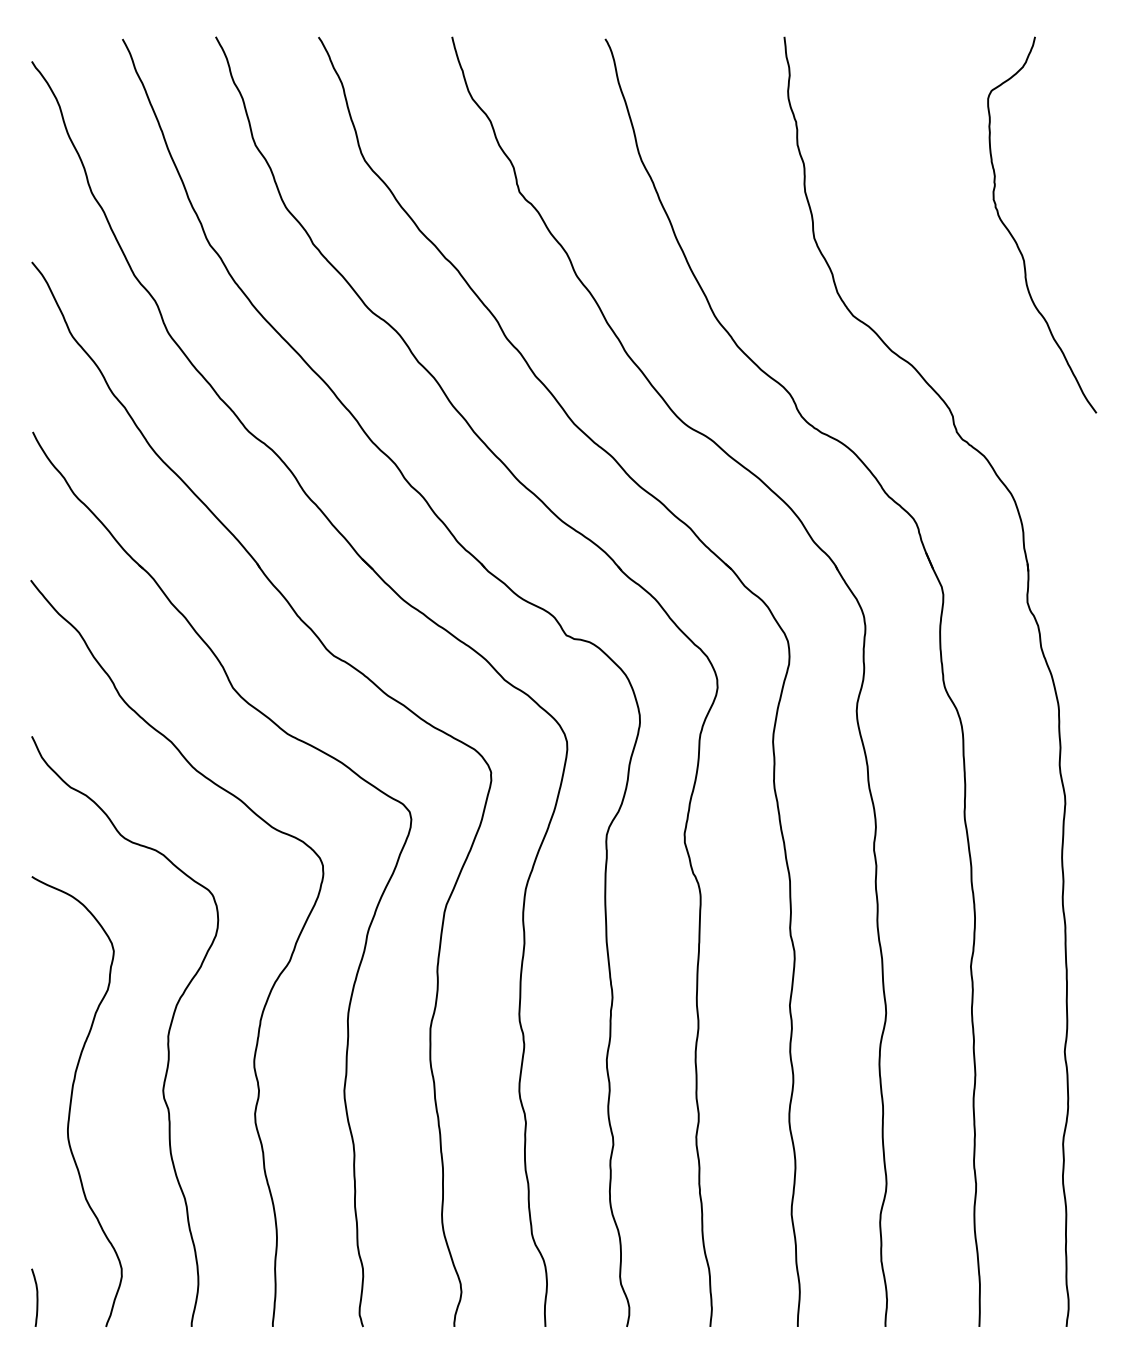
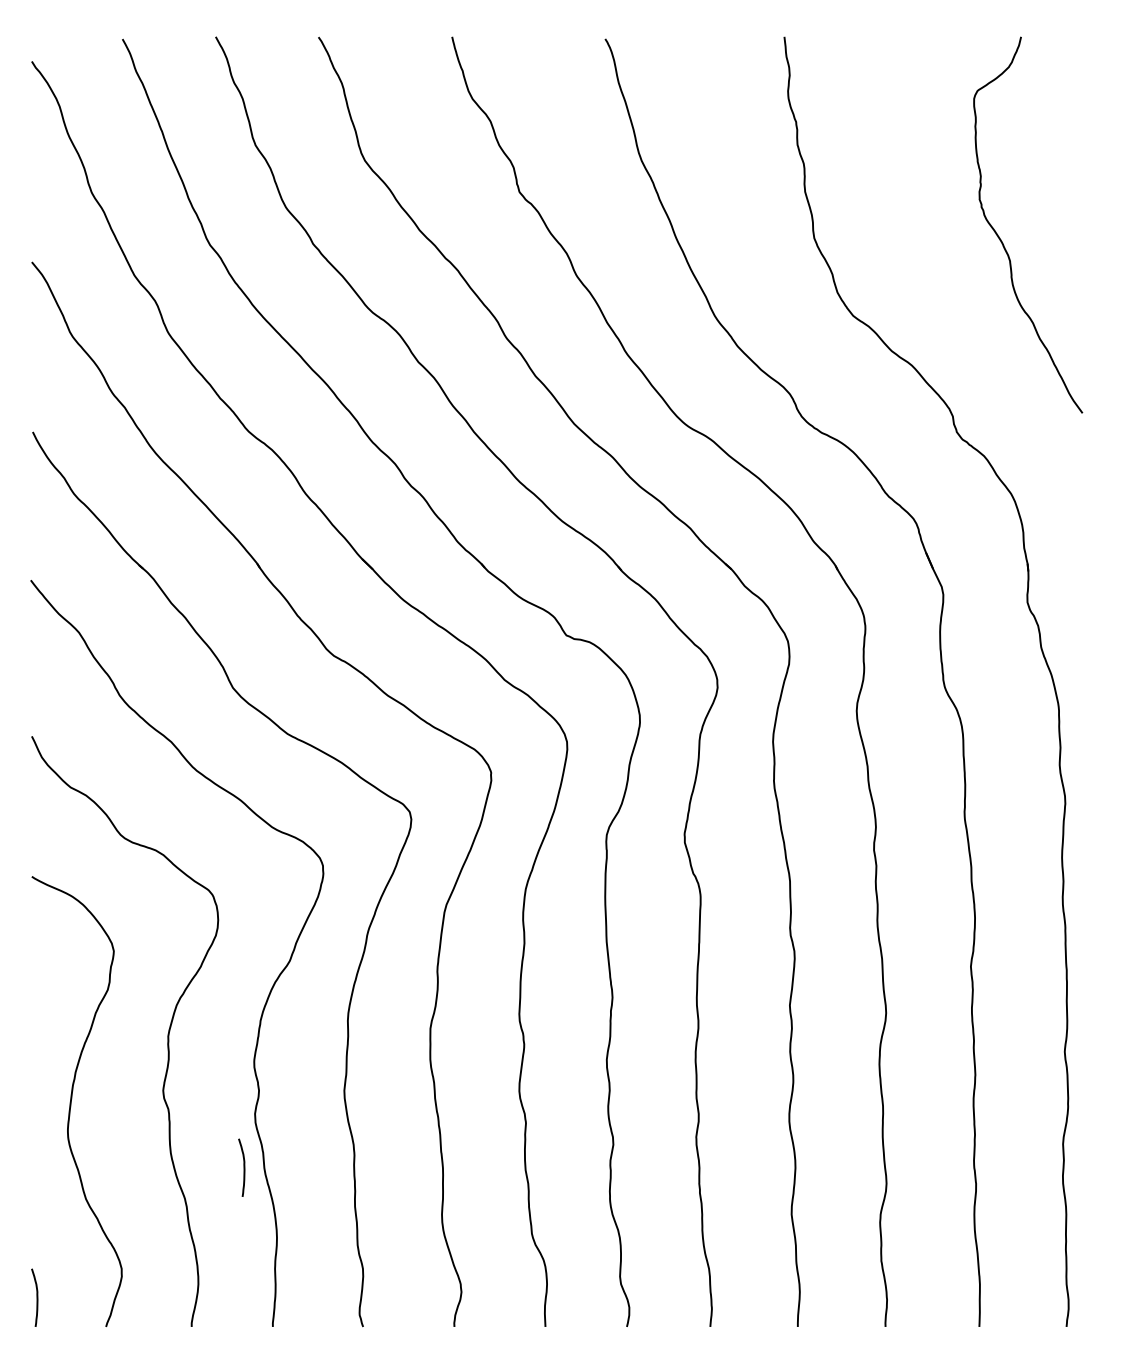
curve at (1015, 239) position: (1015, 239) -> (1001, 239)
curve at (243, 1167): none -> present
